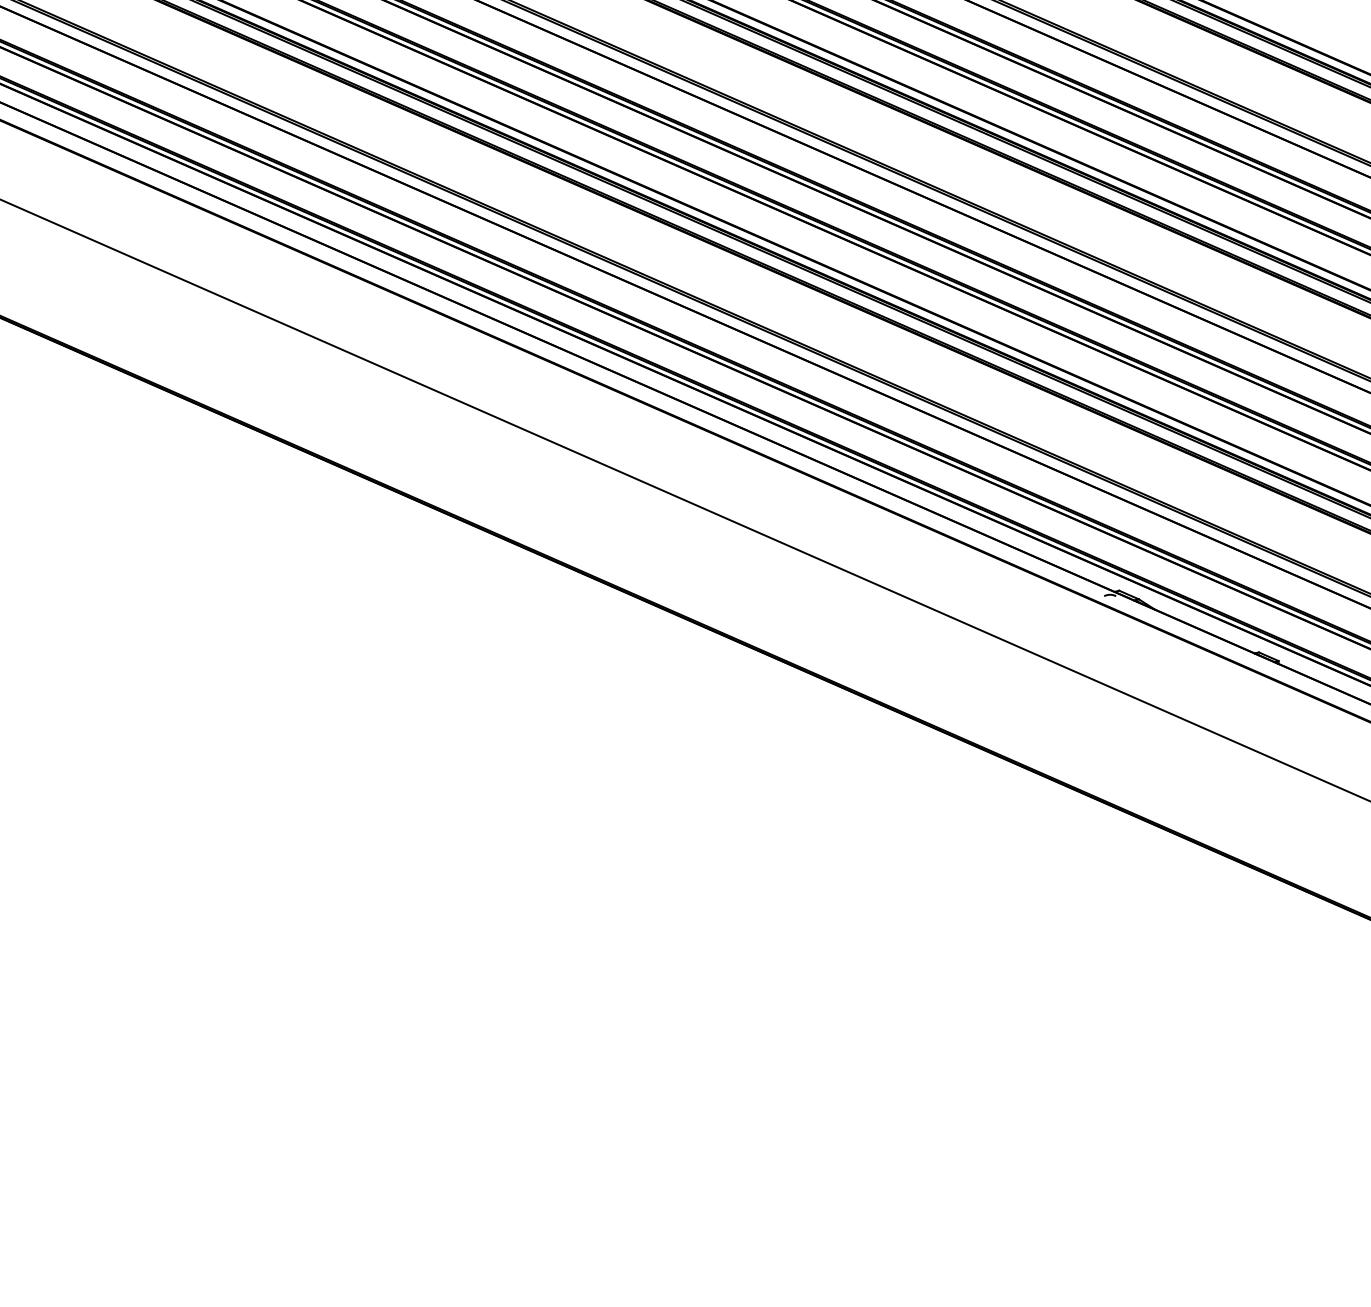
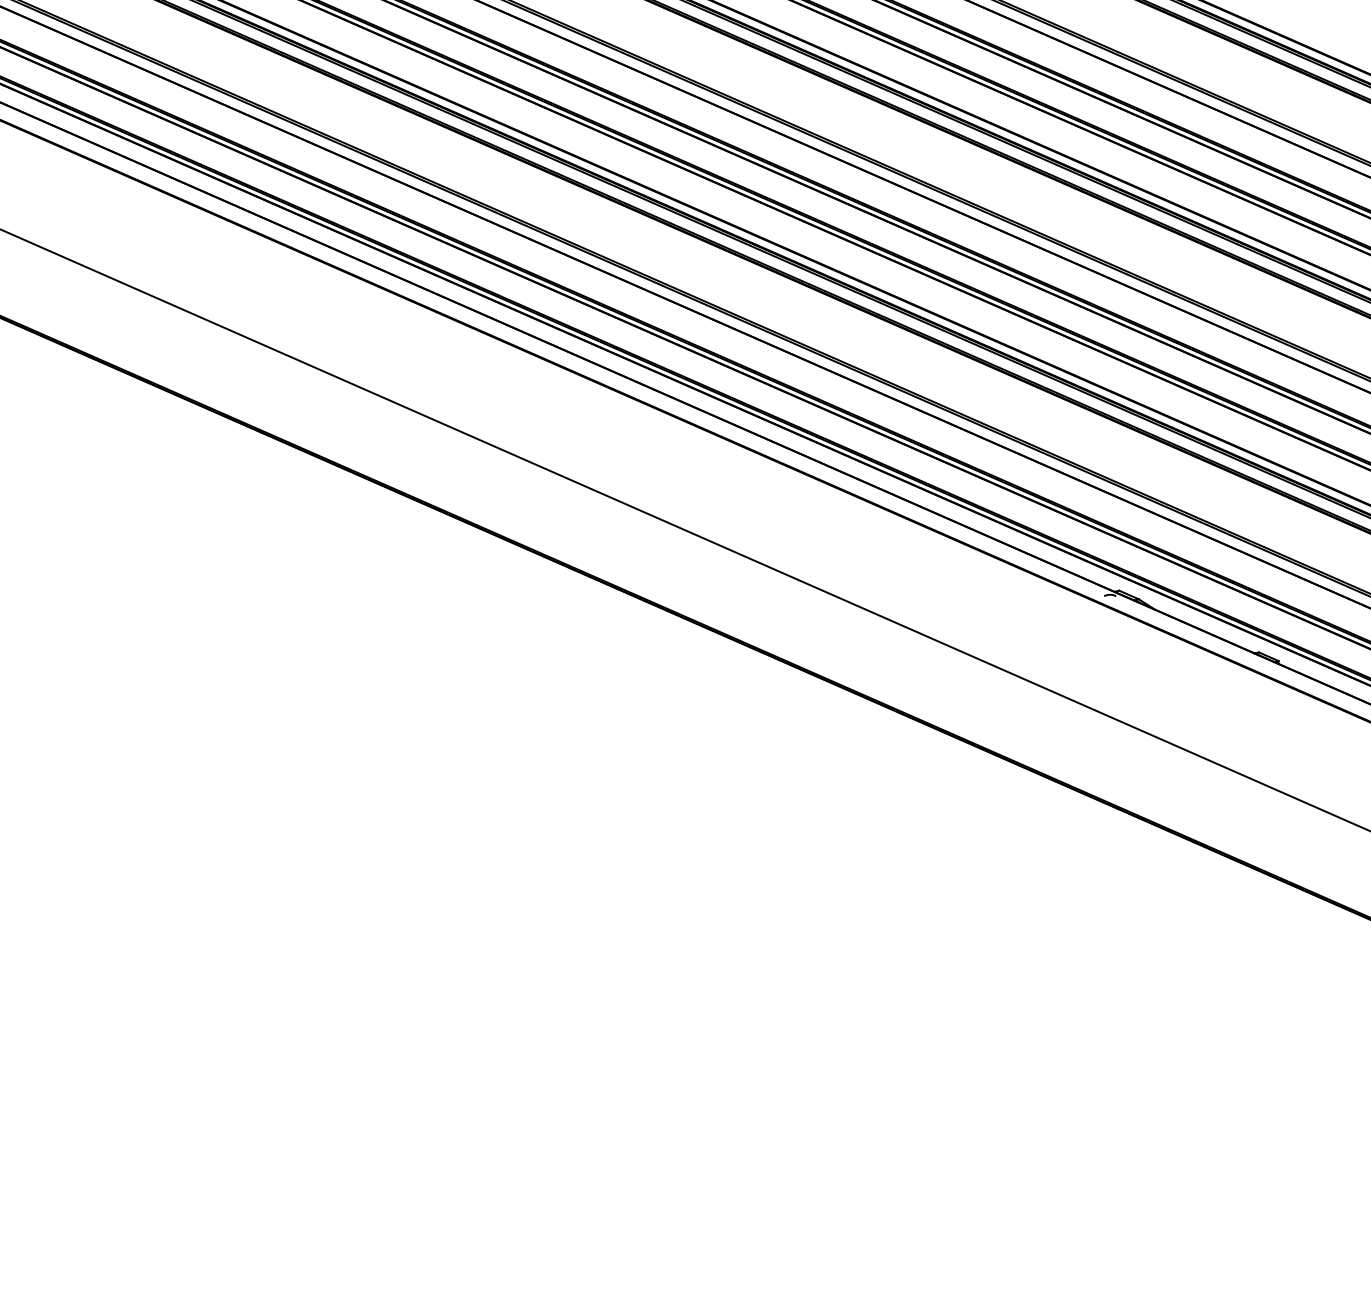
line at (684, 500) position: (684, 500) -> (684, 530)
